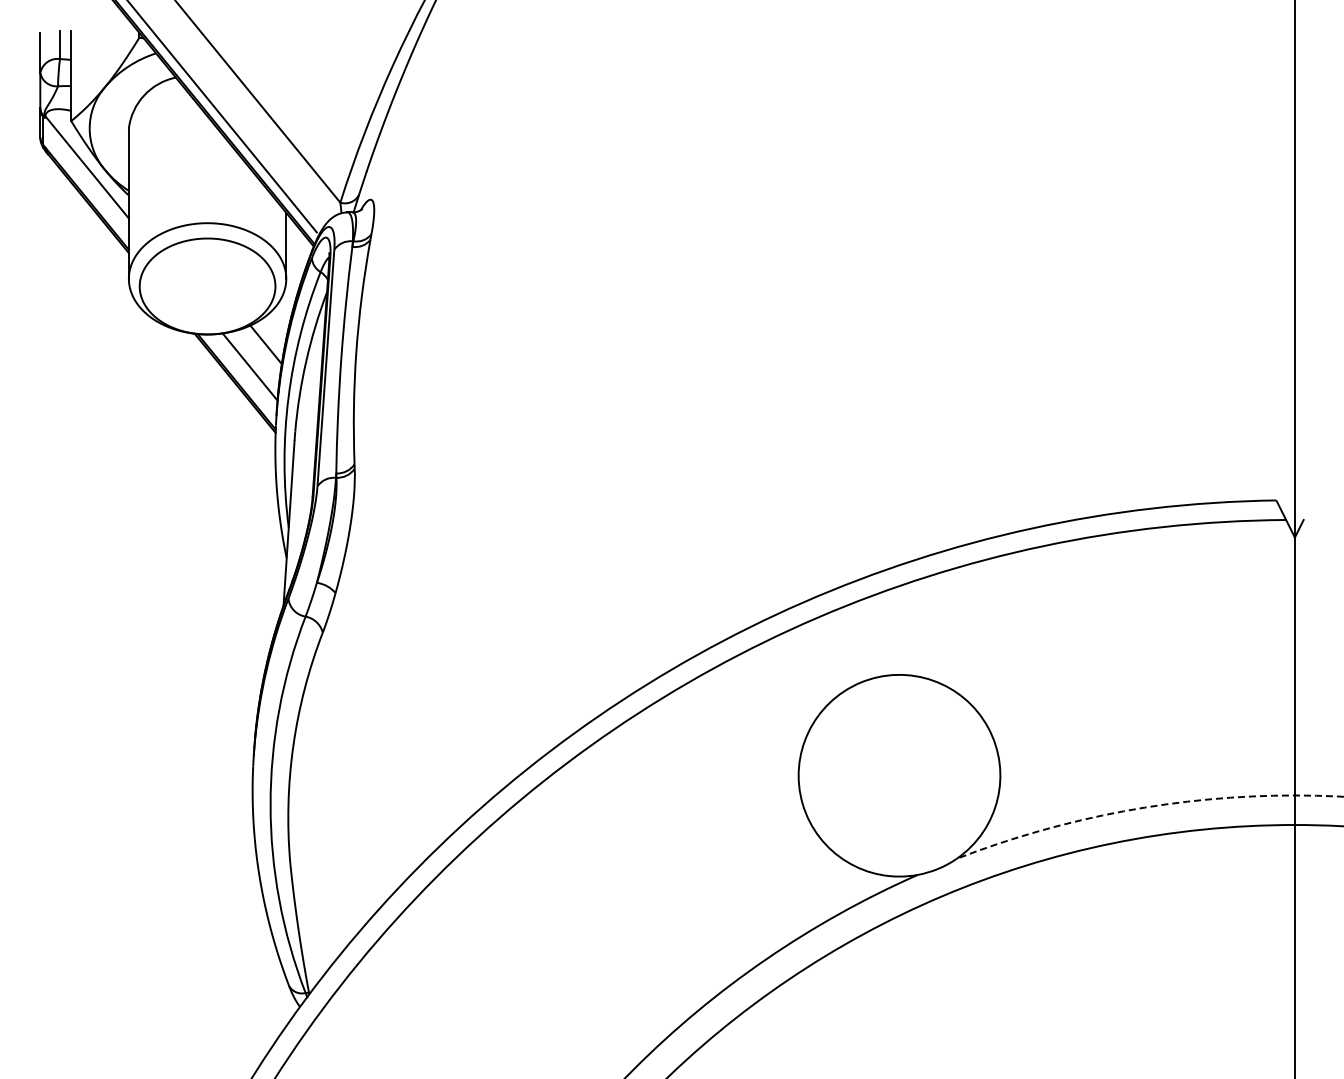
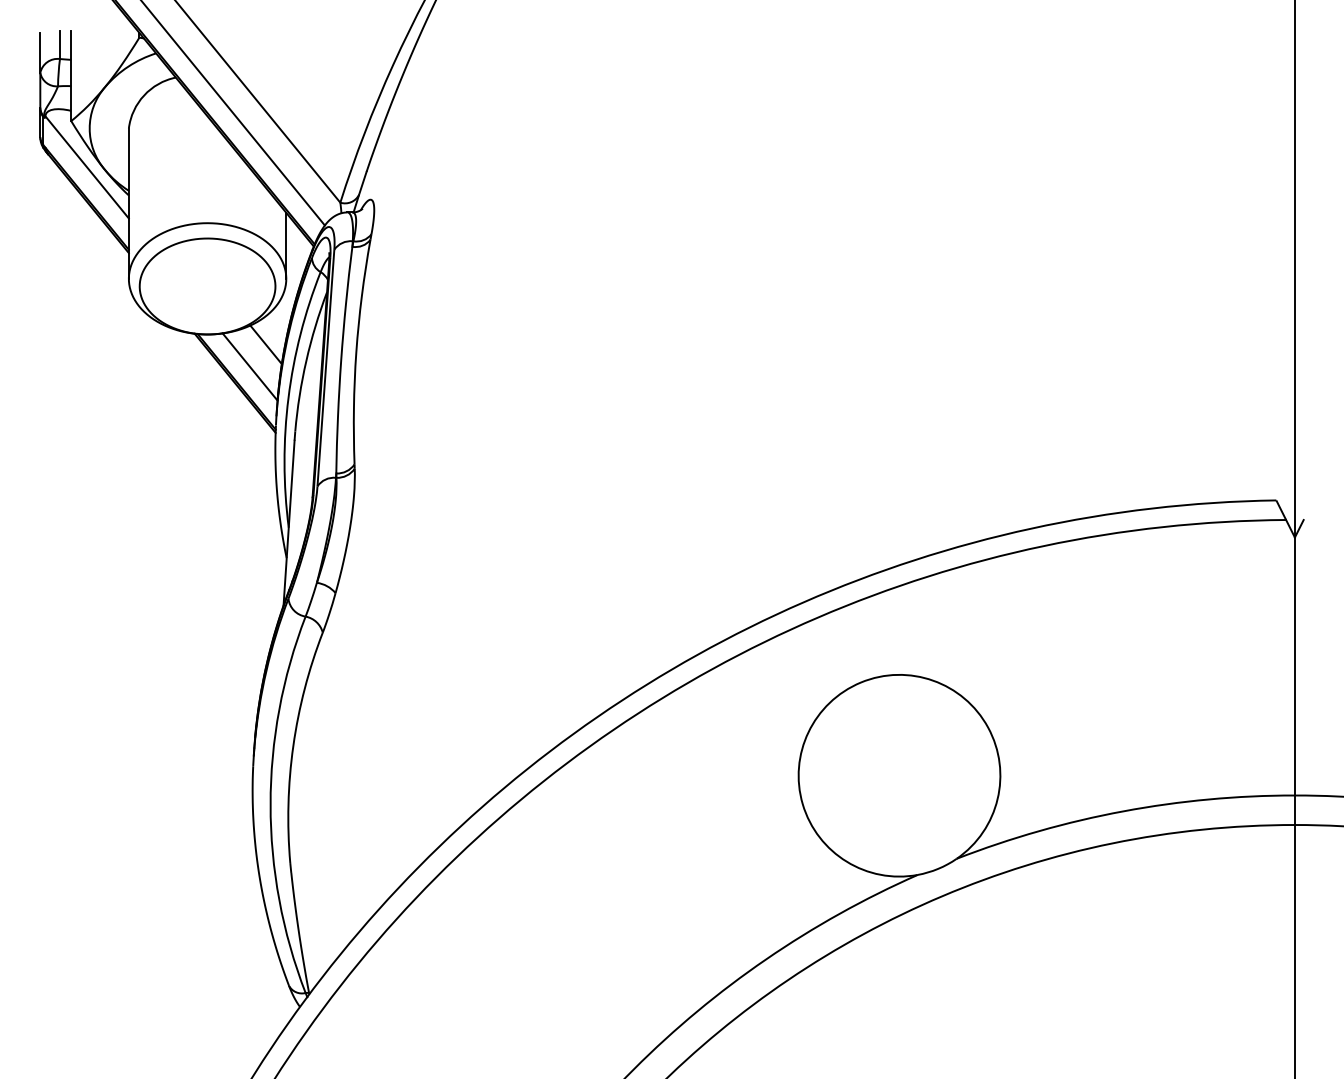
line at (222, 117) position: (222, 117) -> (233, 113)
arc at (1147, 807): dashed -> solid
